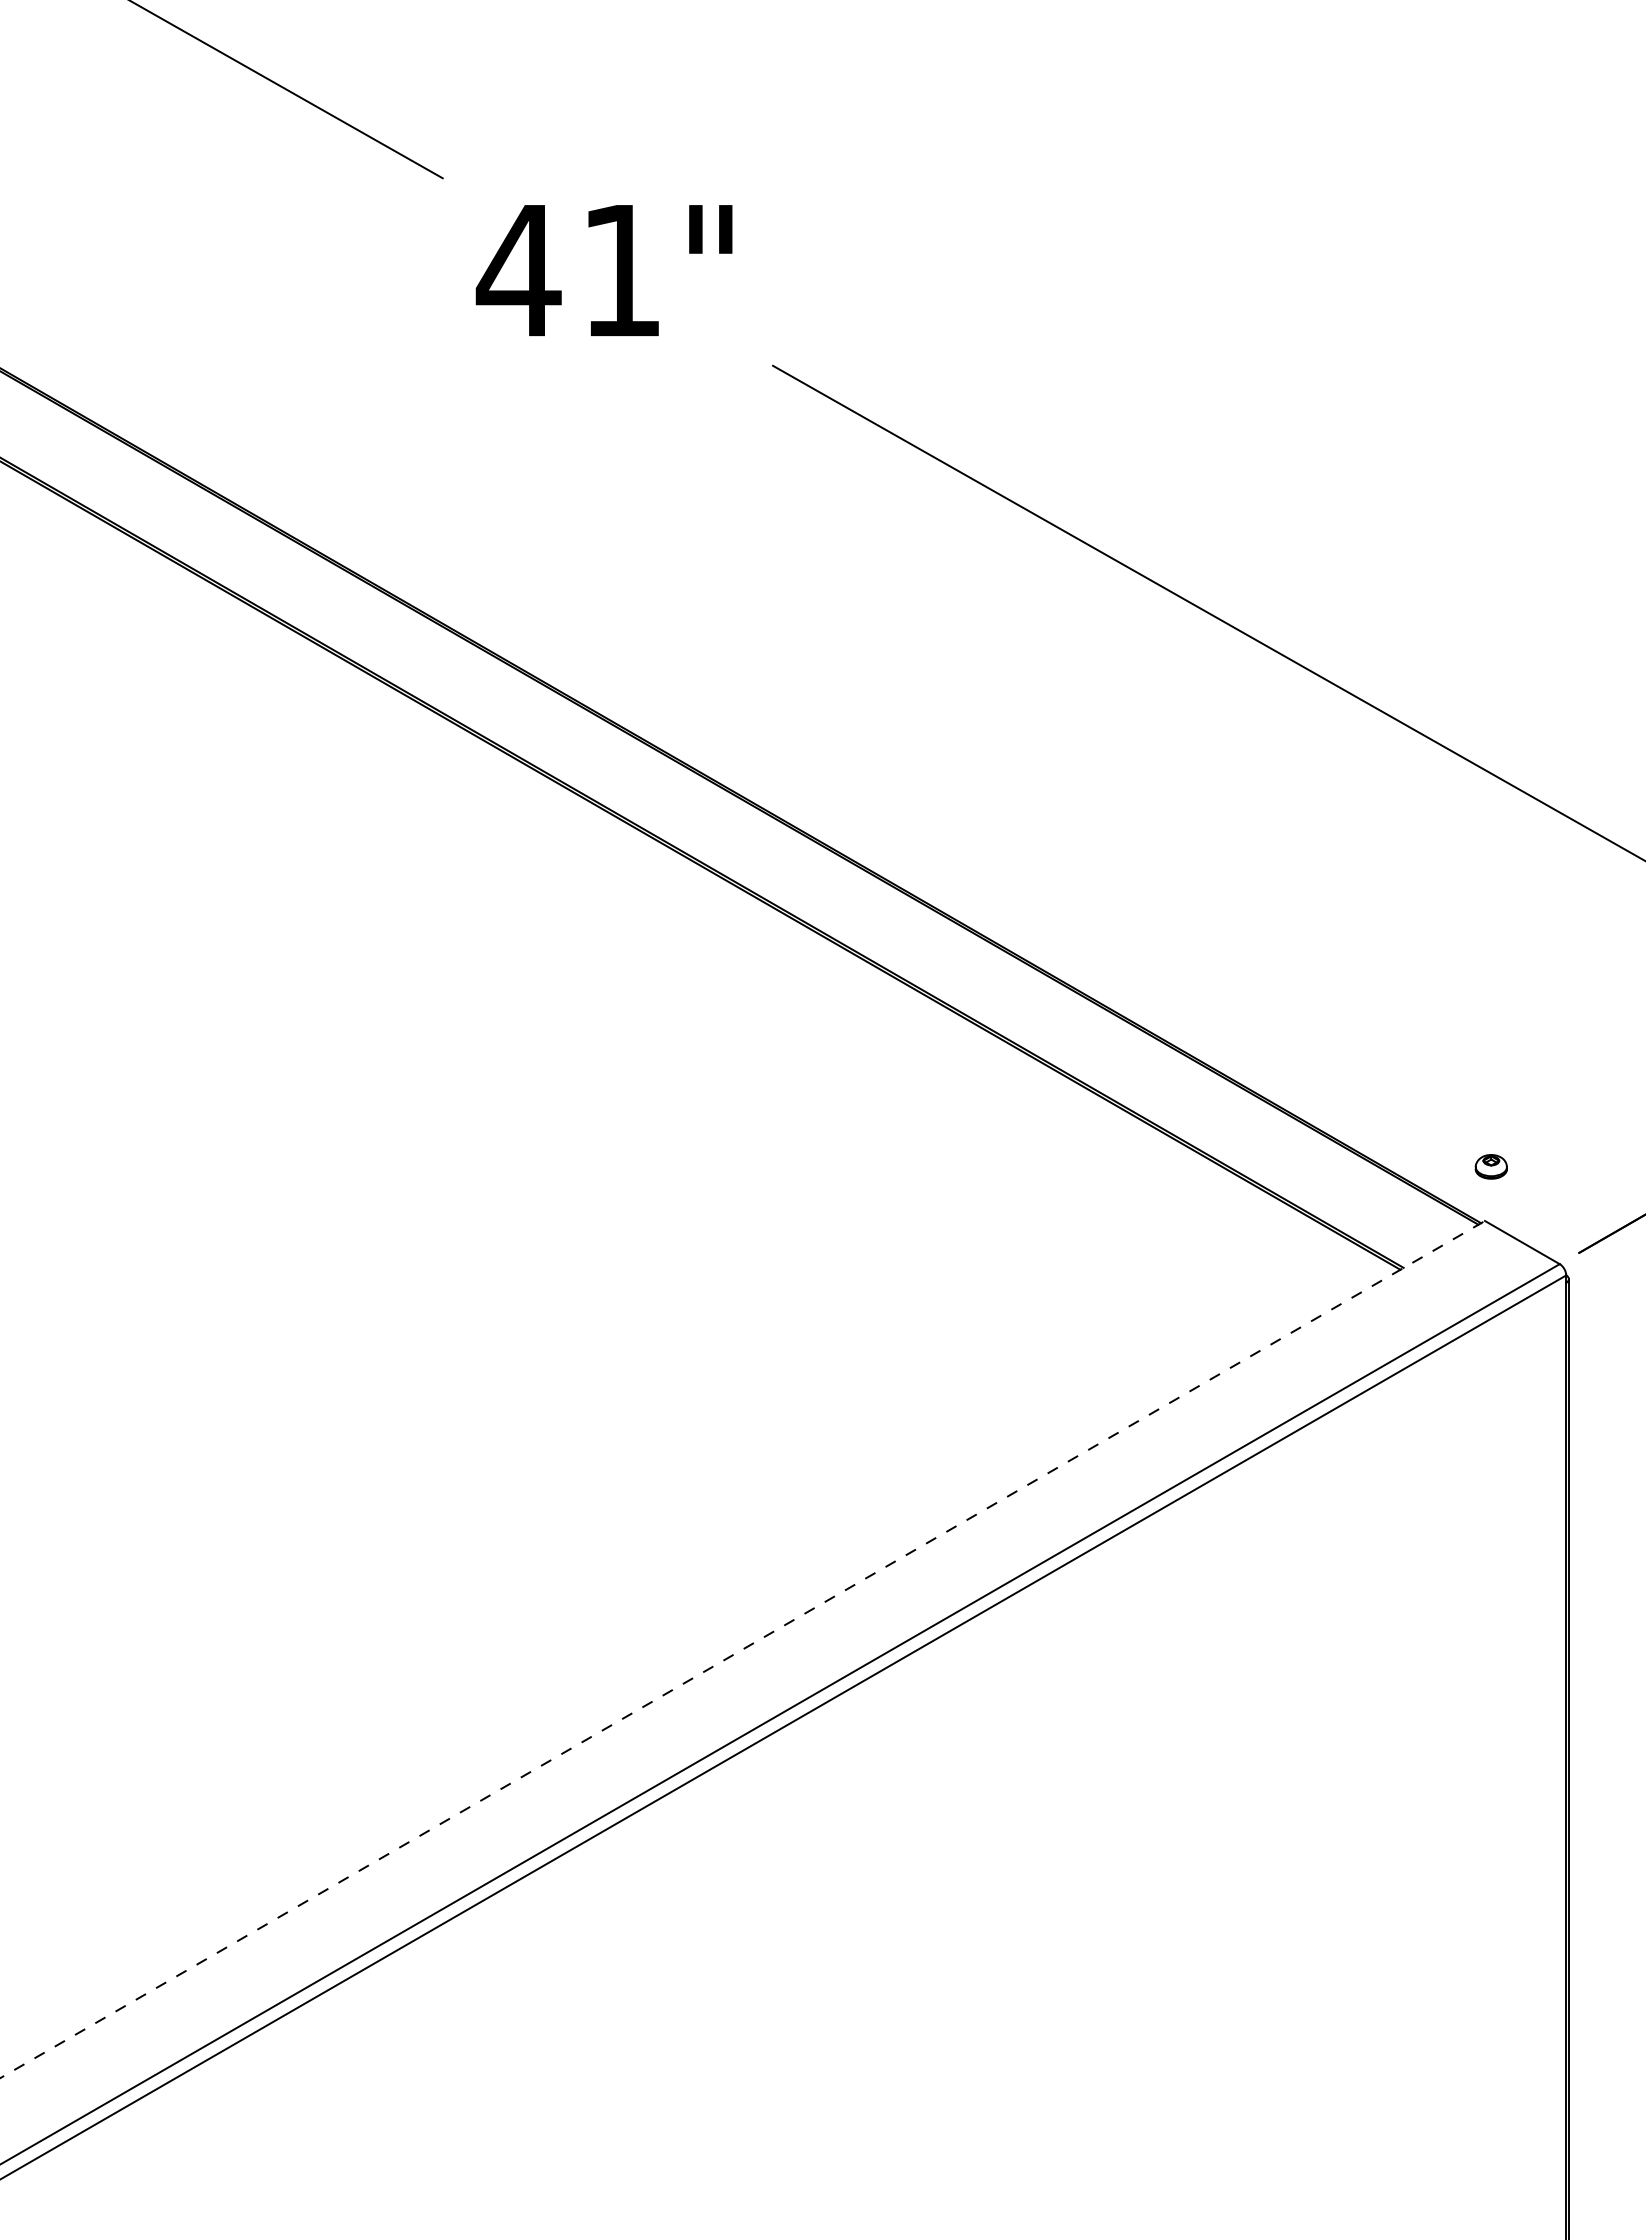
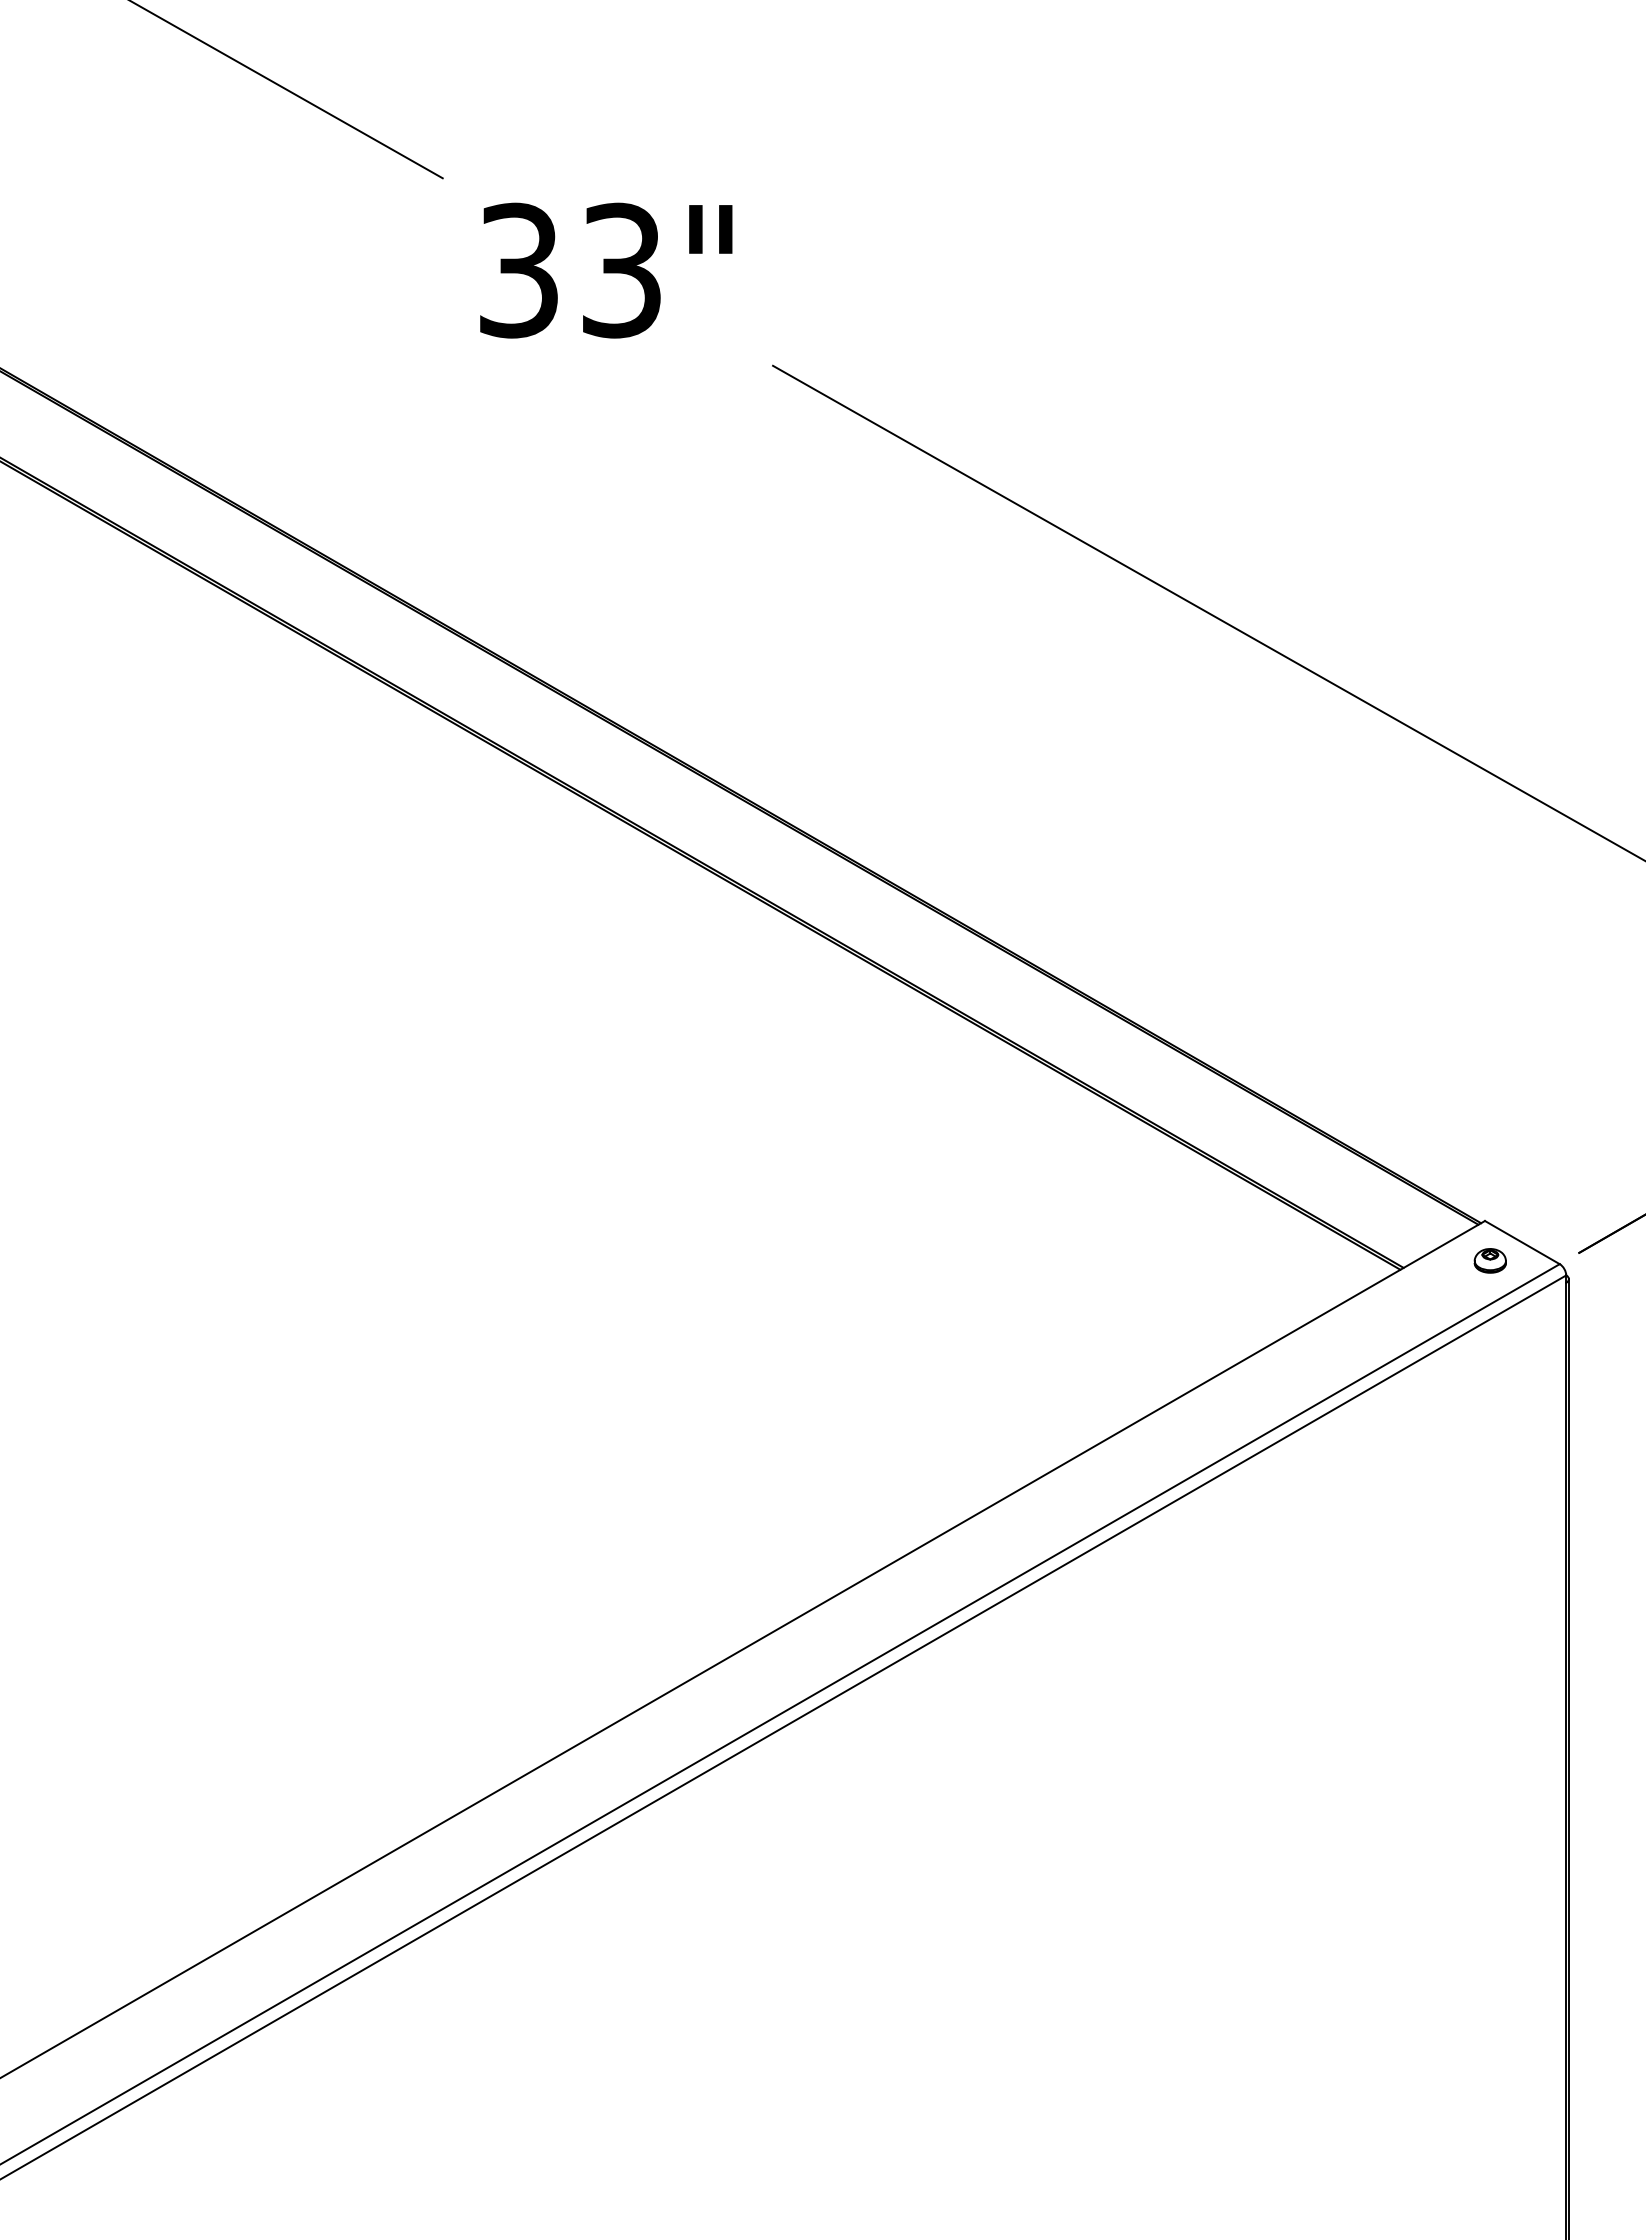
text at (567, 270): 41" -> 33"
part at (1490, 1166) position: (1490, 1166) -> (1489, 1260)
line at (742, 1649): dashed -> solid
